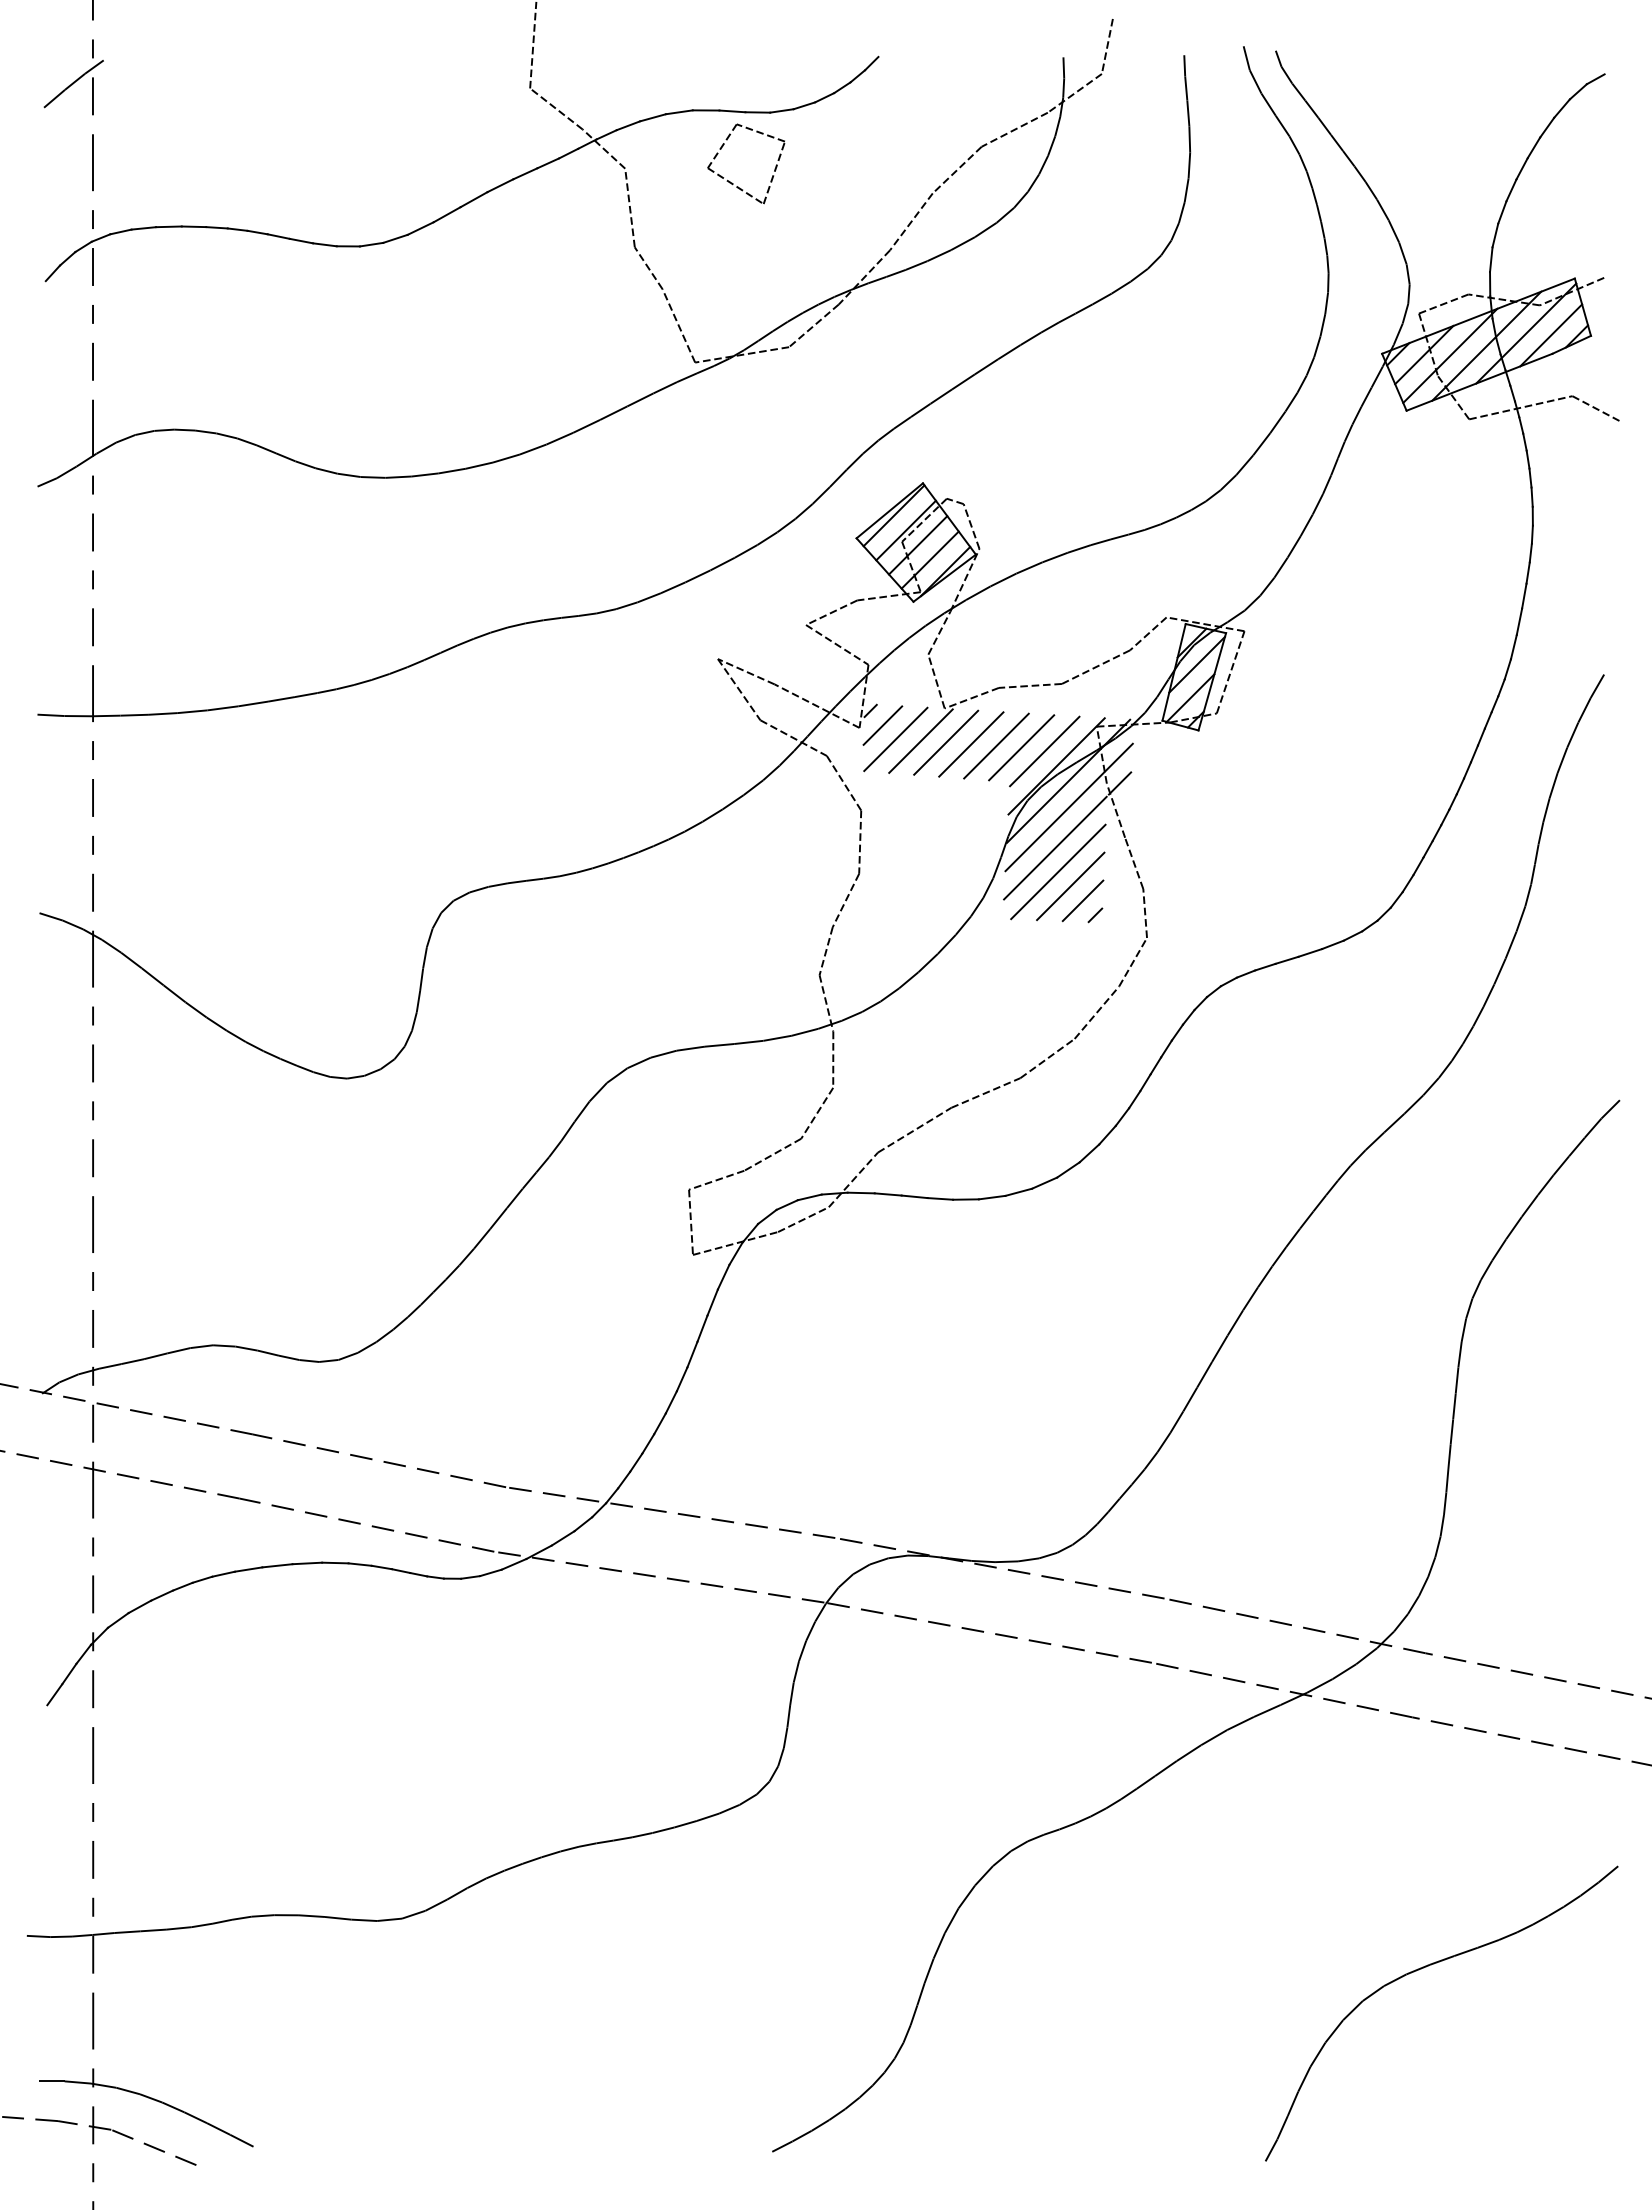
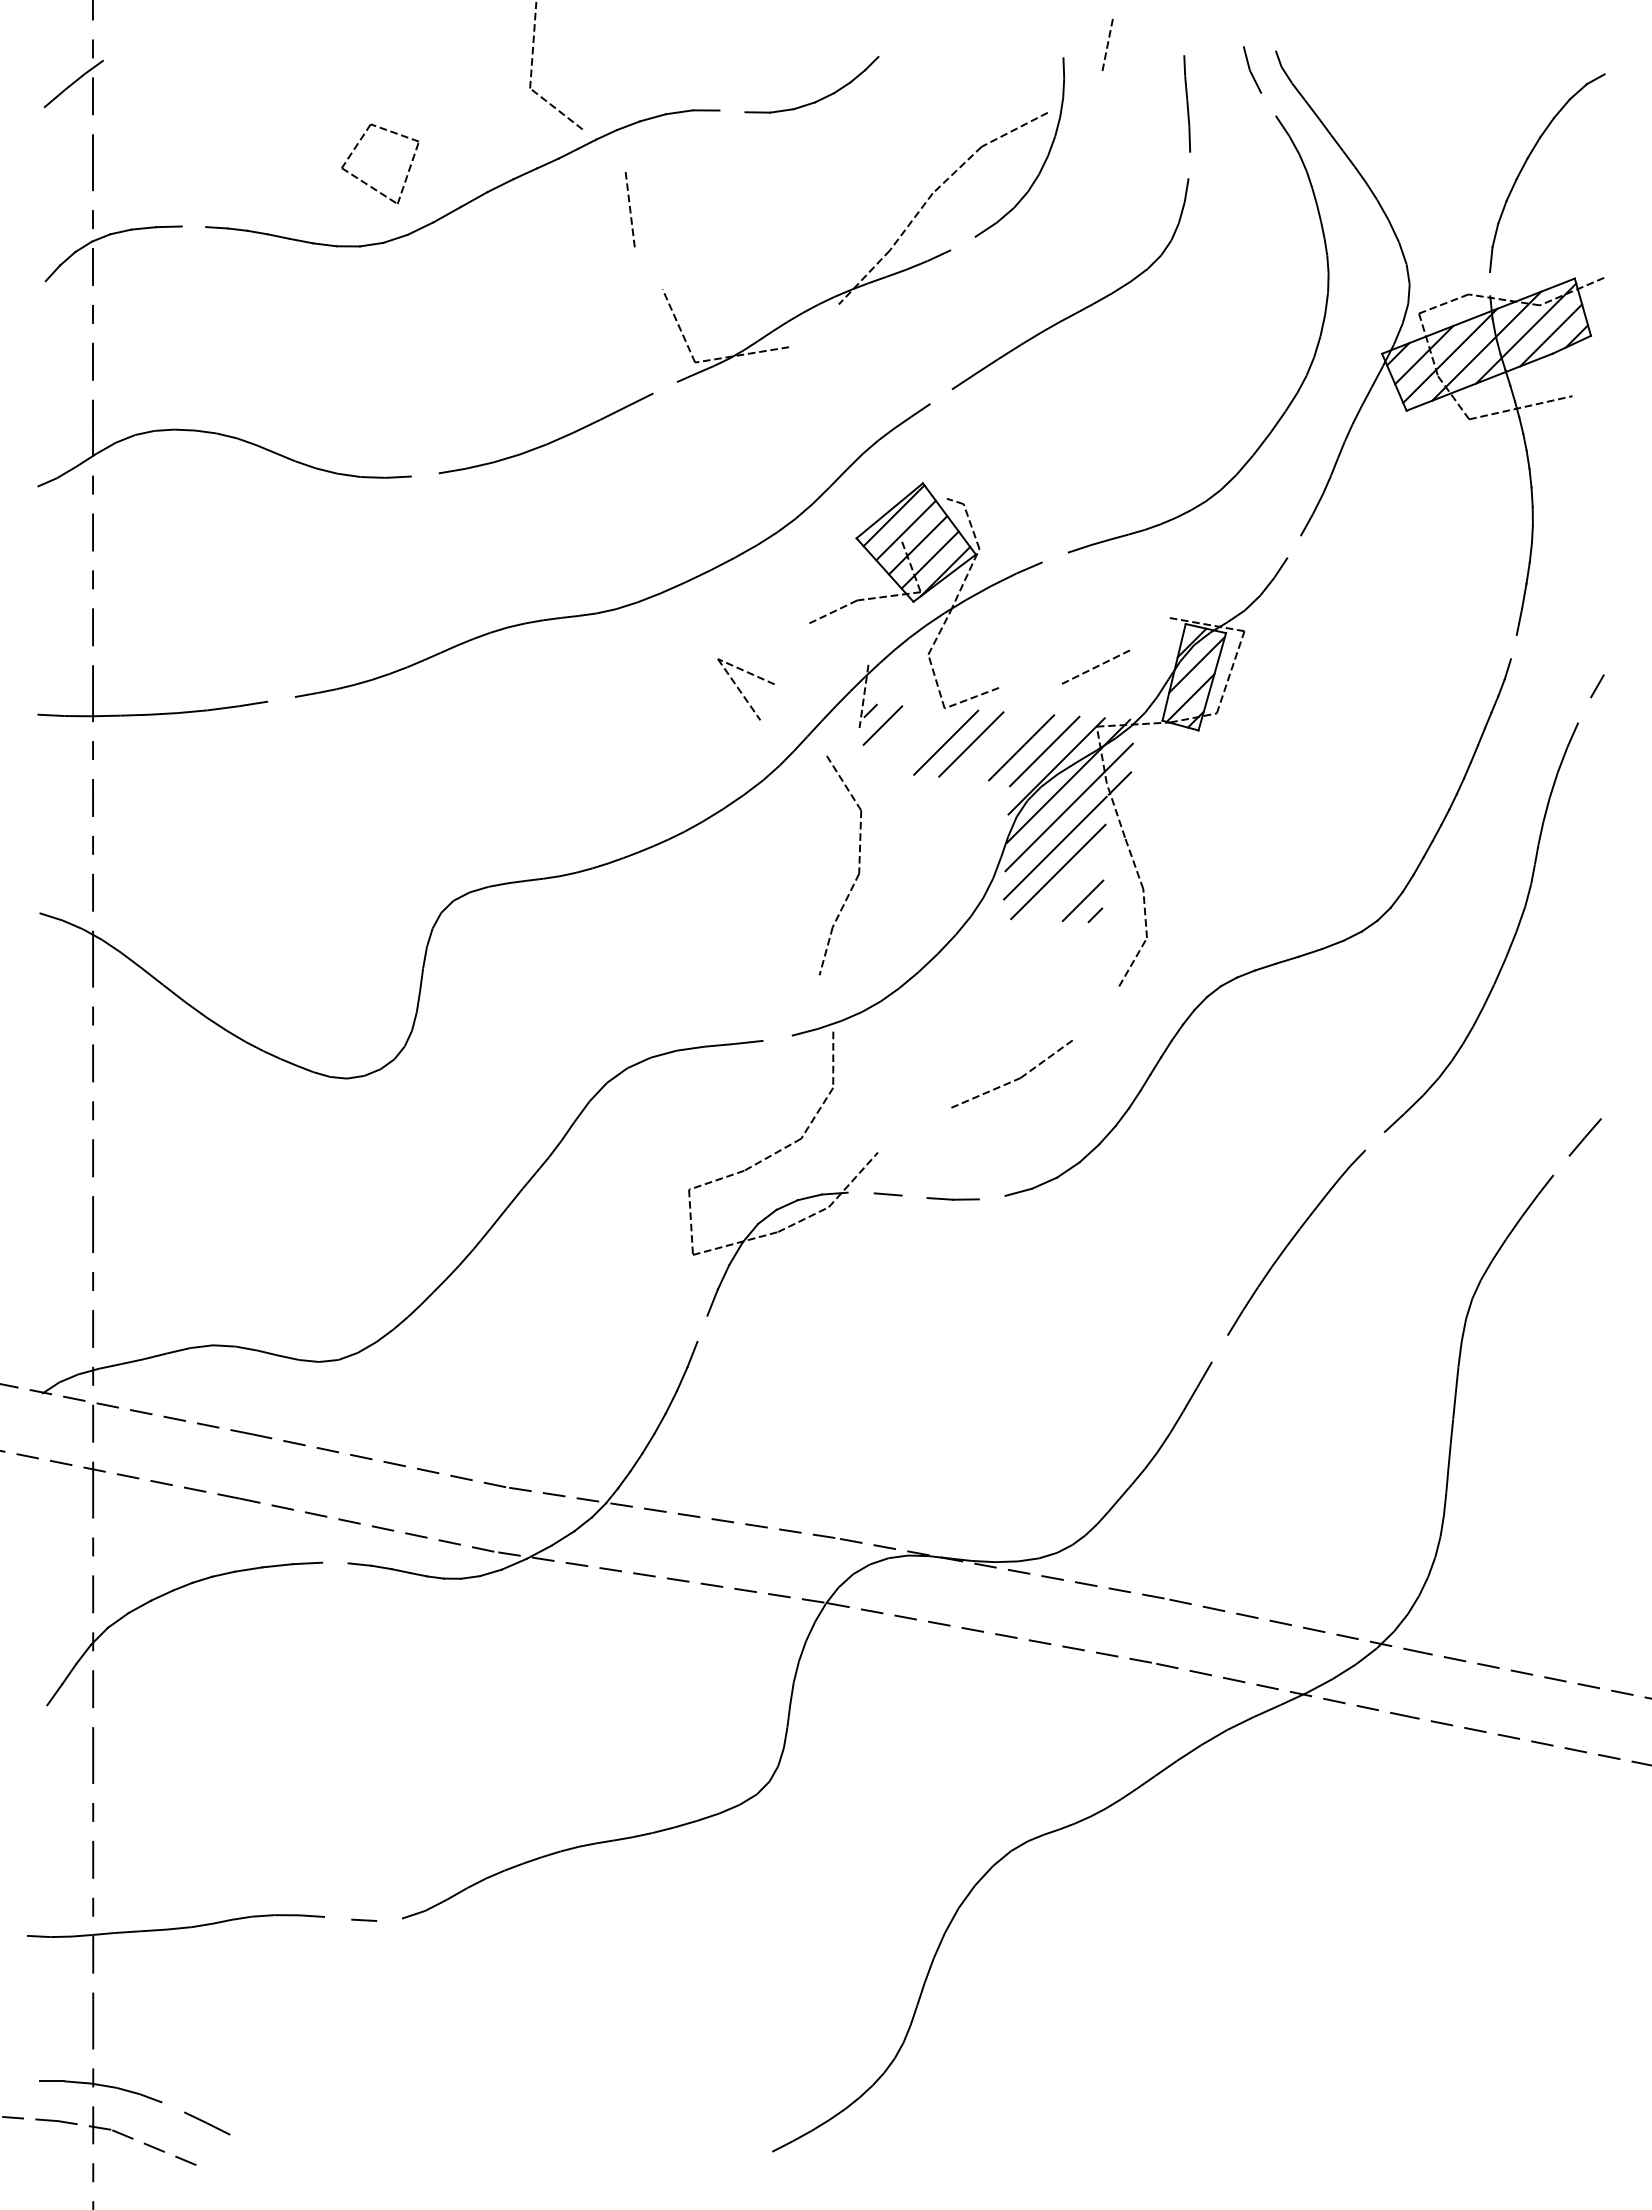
line at (1074, 92): present -> none
line at (1268, 104): present -> none
line at (732, 111): present -> none
line at (603, 148): present -> none
line at (1189, 165): present -> none
part at (732, 182) position: (732, 182) -> (366, 182)
line at (193, 226): present -> none
line at (962, 243): present -> none
line at (648, 268): present -> none
line at (1490, 284): present -> none
line at (813, 325): present -> none
line at (664, 387): present -> none
line at (941, 396): present -> none
line at (1595, 408): present -> none
line at (424, 474): present -> none
line at (924, 519): present -> none
line at (1293, 546): present -> none
line at (1054, 557): present -> none
line at (1148, 633): present -> none
line at (837, 644): present -> none
line at (1513, 646): present -> none
line at (1029, 685): present -> none
line at (281, 699): present -> none
line at (816, 705): present -> none
line at (1584, 710): present -> none
line at (793, 737): present -> none
line at (895, 739): present -> none
line at (920, 740): present -> none
line at (996, 745): present -> none
line at (1070, 886): present -> none
line at (826, 1003): present -> none
line at (1096, 1012): present -> none
line at (777, 1037): present -> none
line at (1610, 1109): present -> none
line at (914, 1129): present -> none
line at (1374, 1141): present -> none
line at (1561, 1165): present -> none
line at (860, 1192): present -> none
line at (914, 1196): present -> none
line at (991, 1197): present -> none
line at (702, 1328): present -> none
line at (1219, 1348): present -> none
line at (335, 1562): present -> none
line at (337, 1917): present -> none
line at (389, 1919): present -> none
part at (1419, 1970): present -> none
line at (173, 2107): present -> none
line at (241, 2140): present -> none
